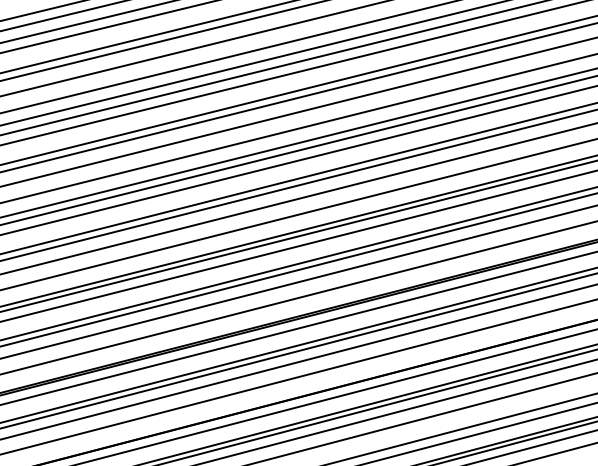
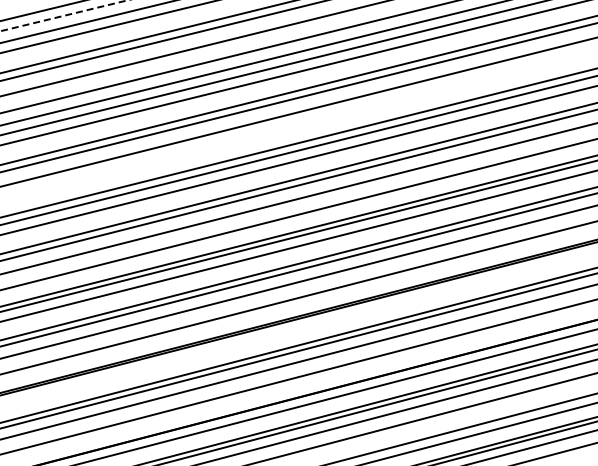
line at (64, 15): solid -> dashed
line at (298, 128): present -> none
line at (298, 328): present -> none
